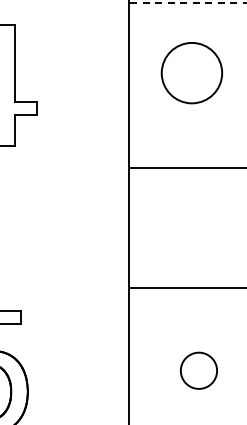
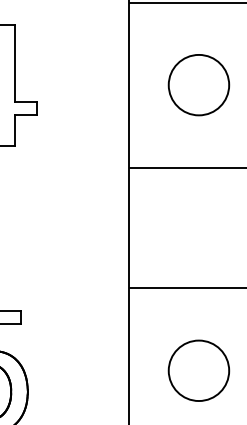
line at (189, 2): dashed -> solid
circle at (191, 73) position: (191, 73) -> (198, 85)
circle at (198, 370) diameter: 36 px -> 60 px
